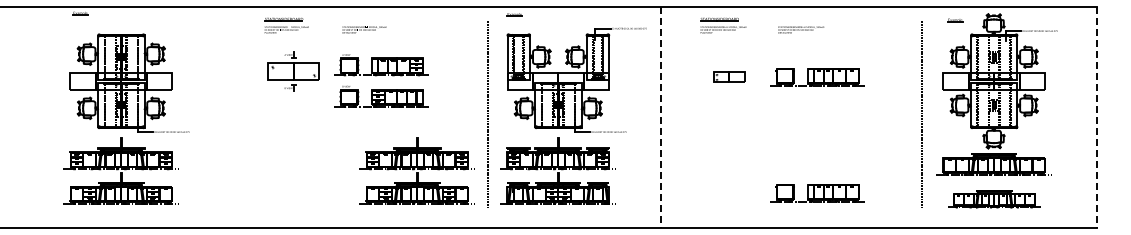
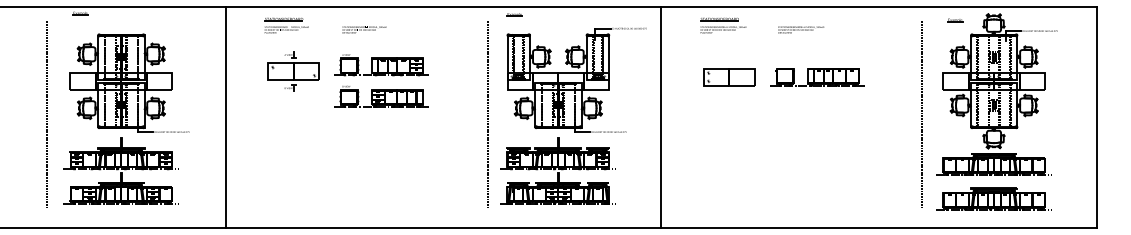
part at (729, 76) size: 33x12 px -> 53x19 px
line at (46, 114): none -> present
line at (225, 117): none -> present
line at (661, 117): dashed -> solid
line at (1097, 117): dashed -> solid
part at (416, 170): present -> none
part at (817, 193): present -> none
part at (994, 199) size: 93x19 px -> 116x24 px
